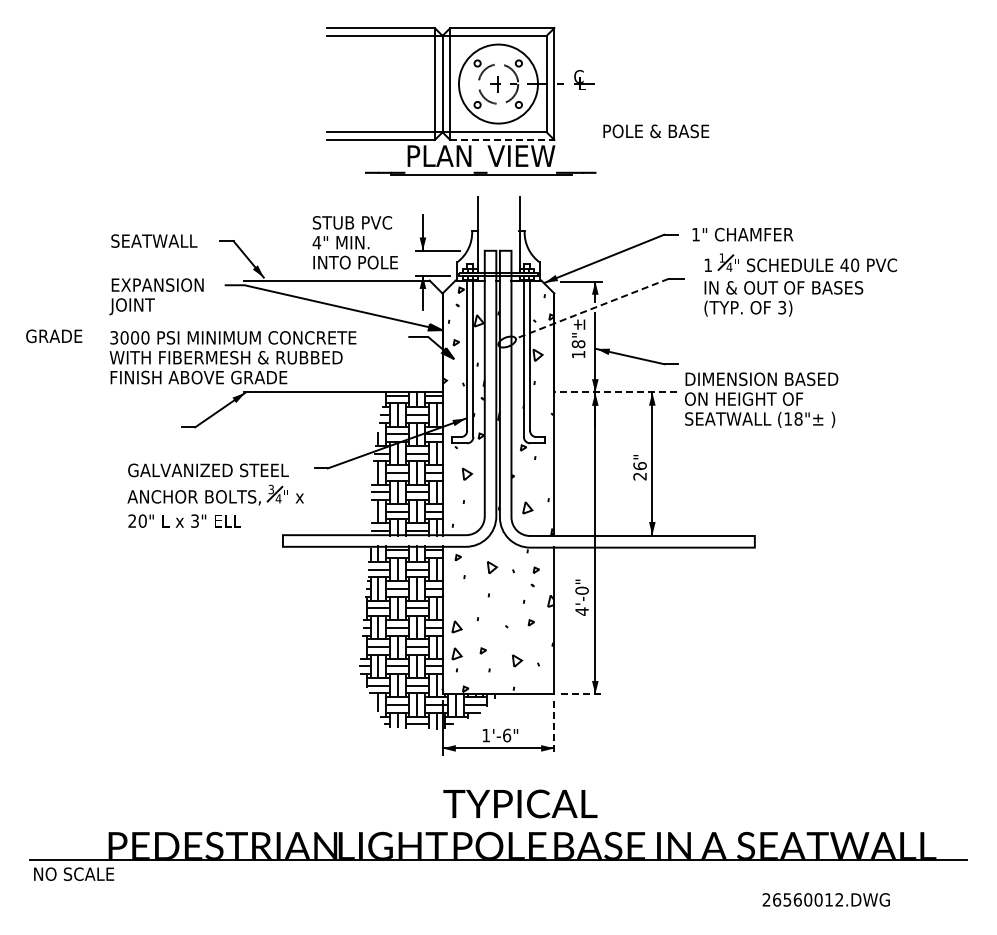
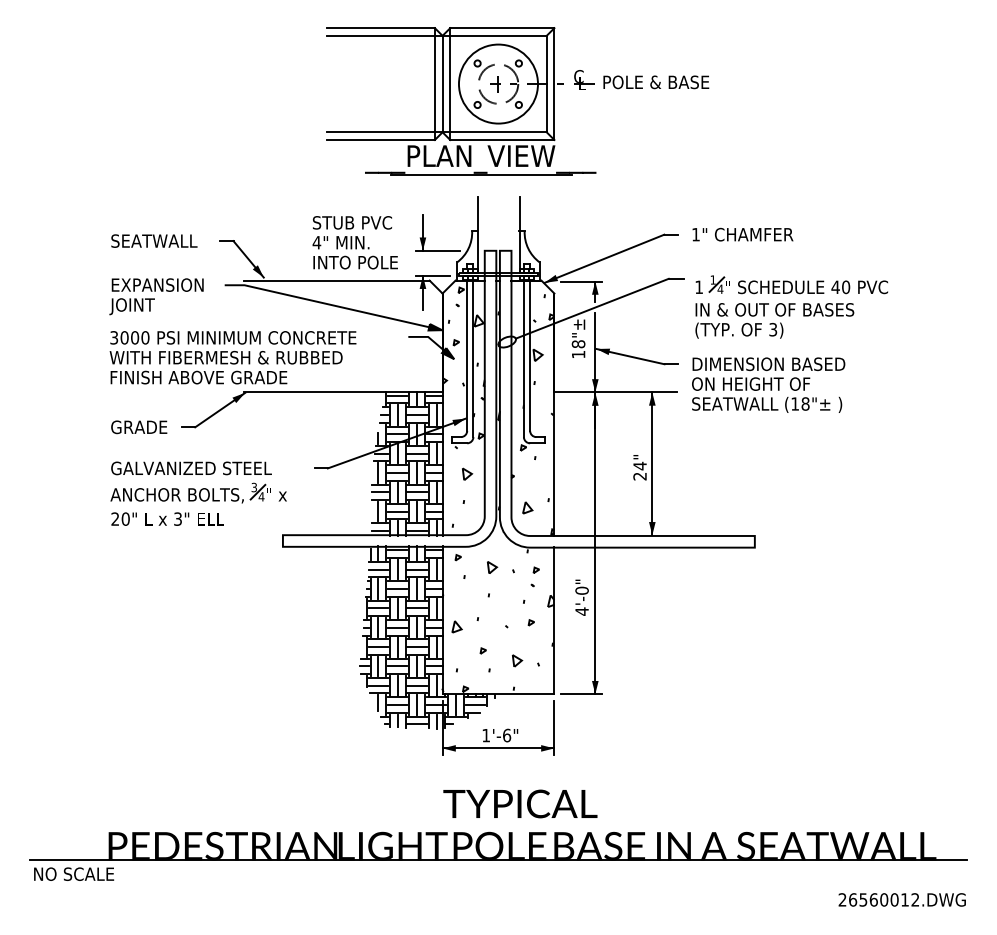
text at (656, 131) position: (656, 131) -> (656, 82)
line at (502, 140): dashed -> solid
part at (800, 284) position: (800, 284) -> (791, 306)
line at (591, 308): dashed -> solid
text at (54, 336) position: (54, 336) -> (139, 427)
line at (615, 392): dashed -> solid
text at (761, 399) position: (761, 399) -> (768, 384)
text at (639, 465): 26" -> 24"
part at (215, 495) position: (215, 495) -> (198, 493)
line at (457, 652): present -> none
line at (582, 694): dashed -> solid
line at (554, 728): dashed -> solid
text at (825, 899) position: (825, 899) -> (901, 899)
